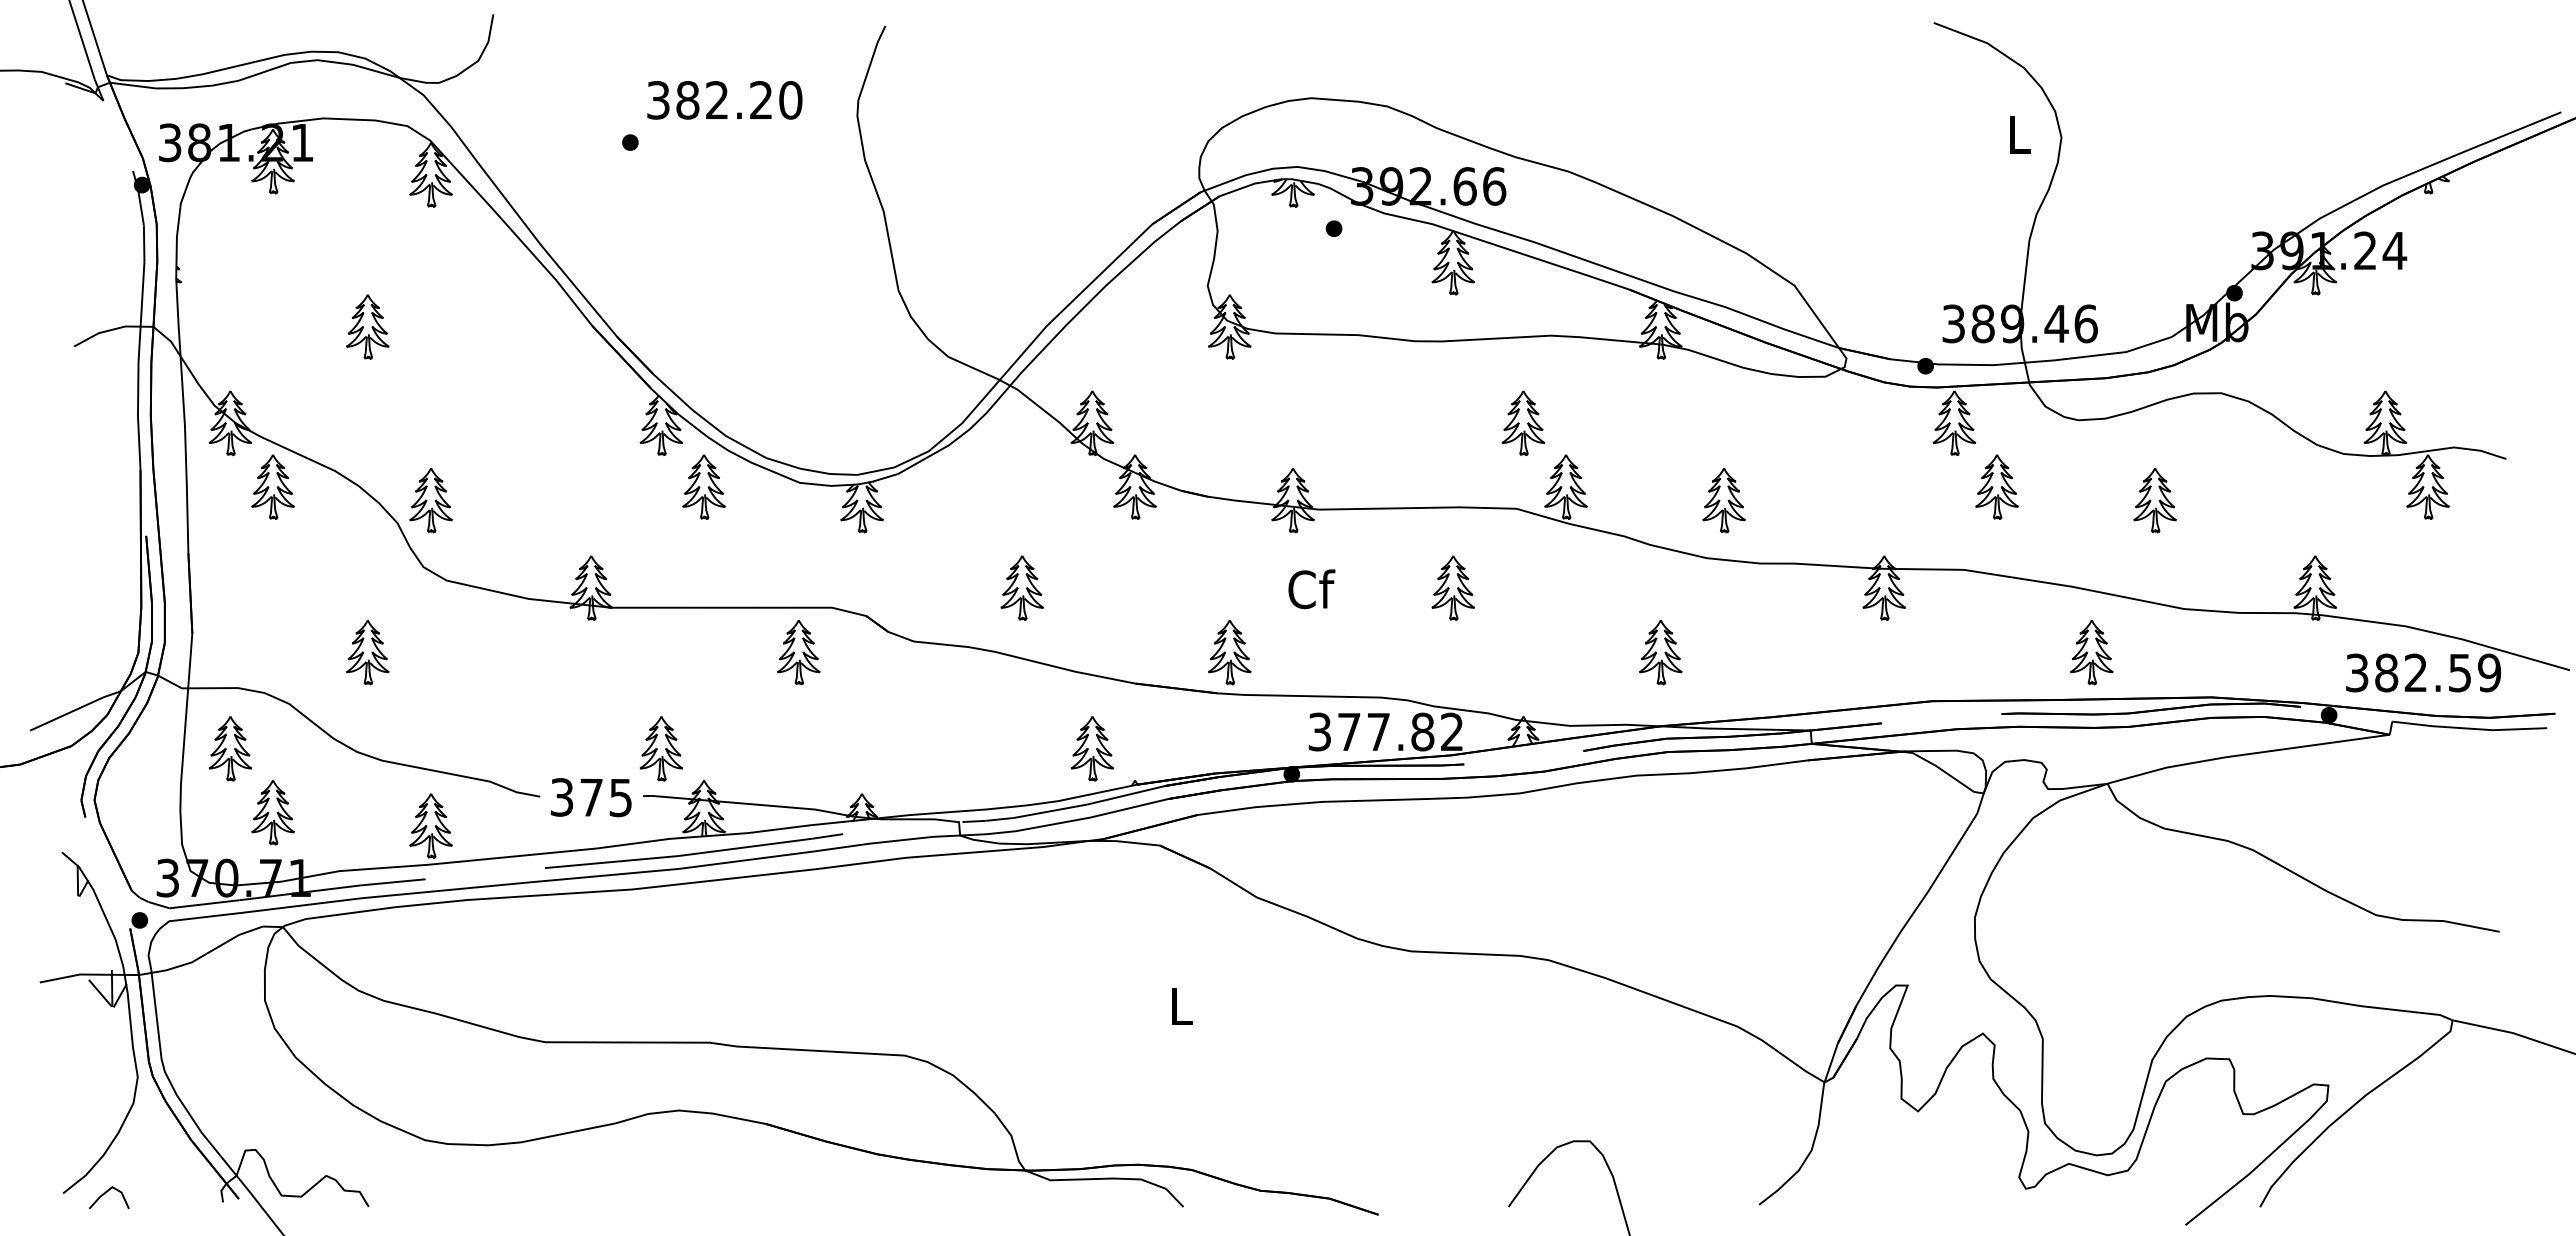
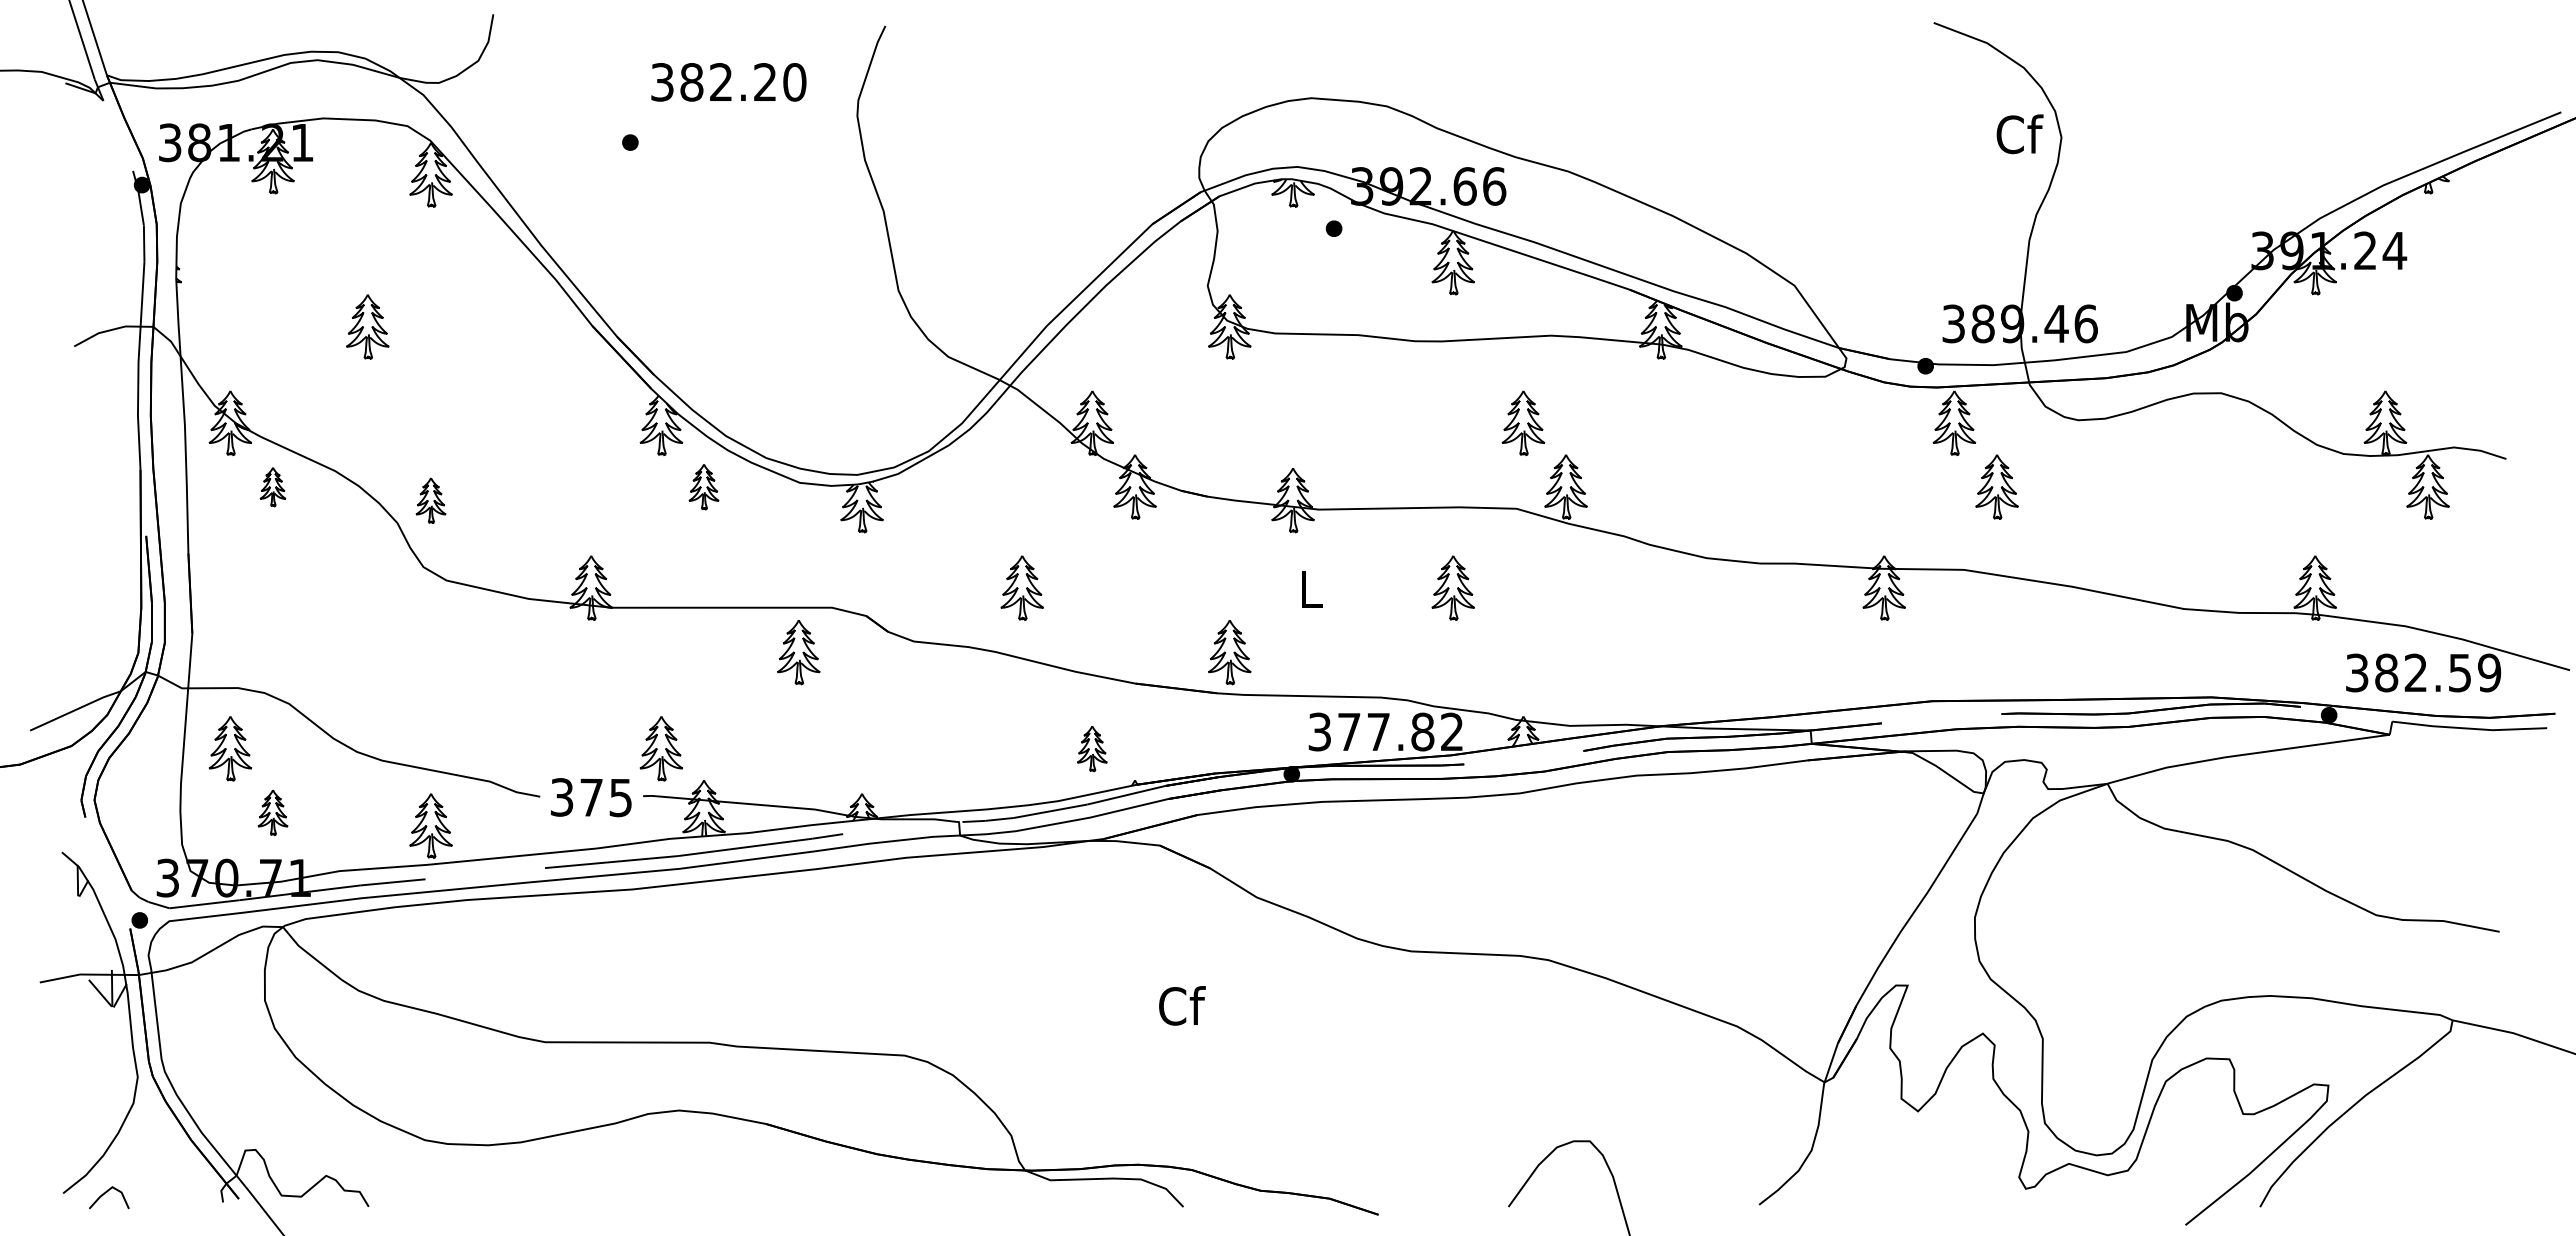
text at (724, 100) position: (724, 100) -> (728, 82)
text at (2019, 134): L -> Cf
part at (272, 486) size: 44x66 px -> 28x41 px
part at (703, 486) size: 44x66 px -> 32x47 px
part at (430, 500) size: 44x66 px -> 32x47 px
part at (1723, 500): present -> none
part at (2154, 500): present -> none
text at (1311, 589): Cf -> L
part at (367, 652): present -> none
part at (1660, 652): present -> none
part at (2091, 652): present -> none
part at (1091, 748) size: 44x66 px -> 31x47 px
part at (272, 812) size: 44x66 px -> 32x47 px
text at (1182, 1005): L -> Cf
